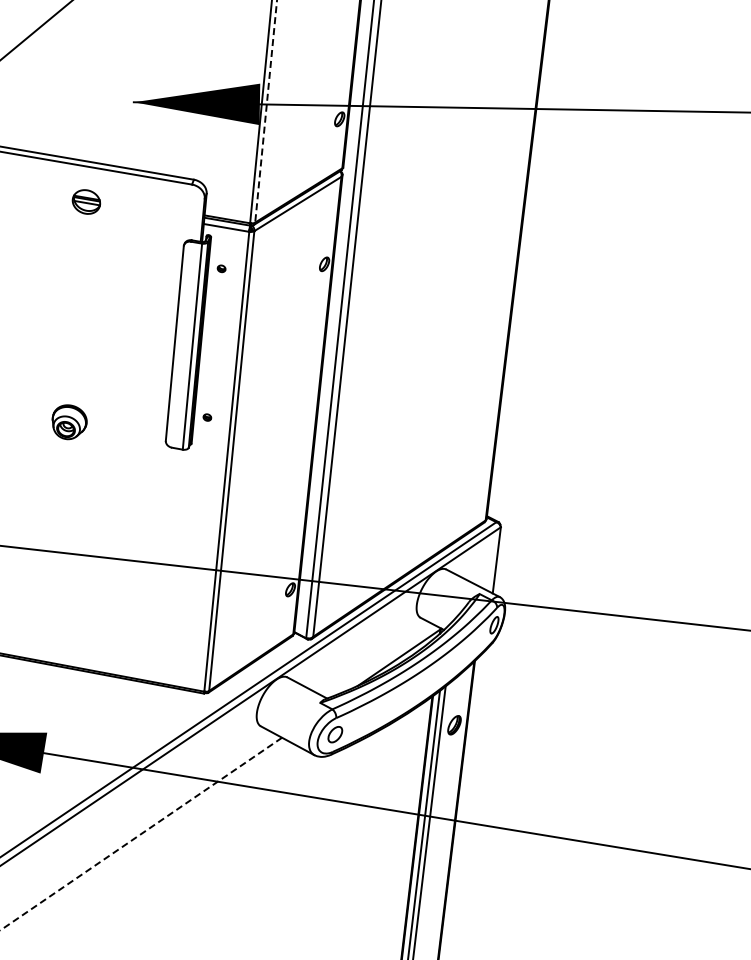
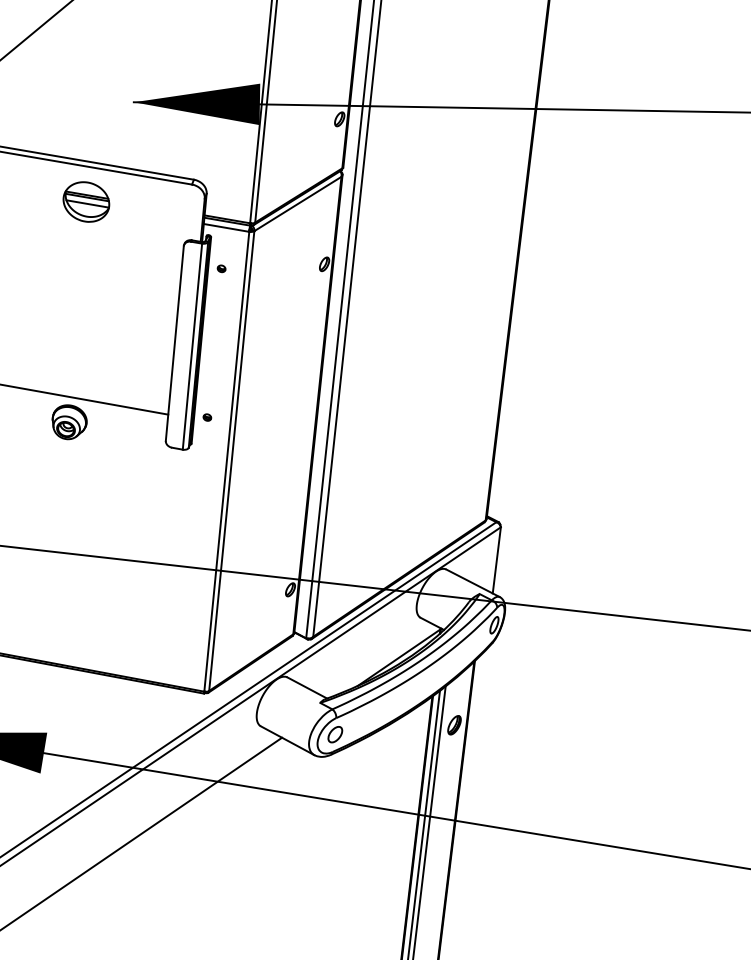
line at (266, 112): dashed -> solid
part at (86, 201) size: 31x26 px -> 49x42 px
line at (85, 399): none -> present
line at (141, 834): dashed -> solid
